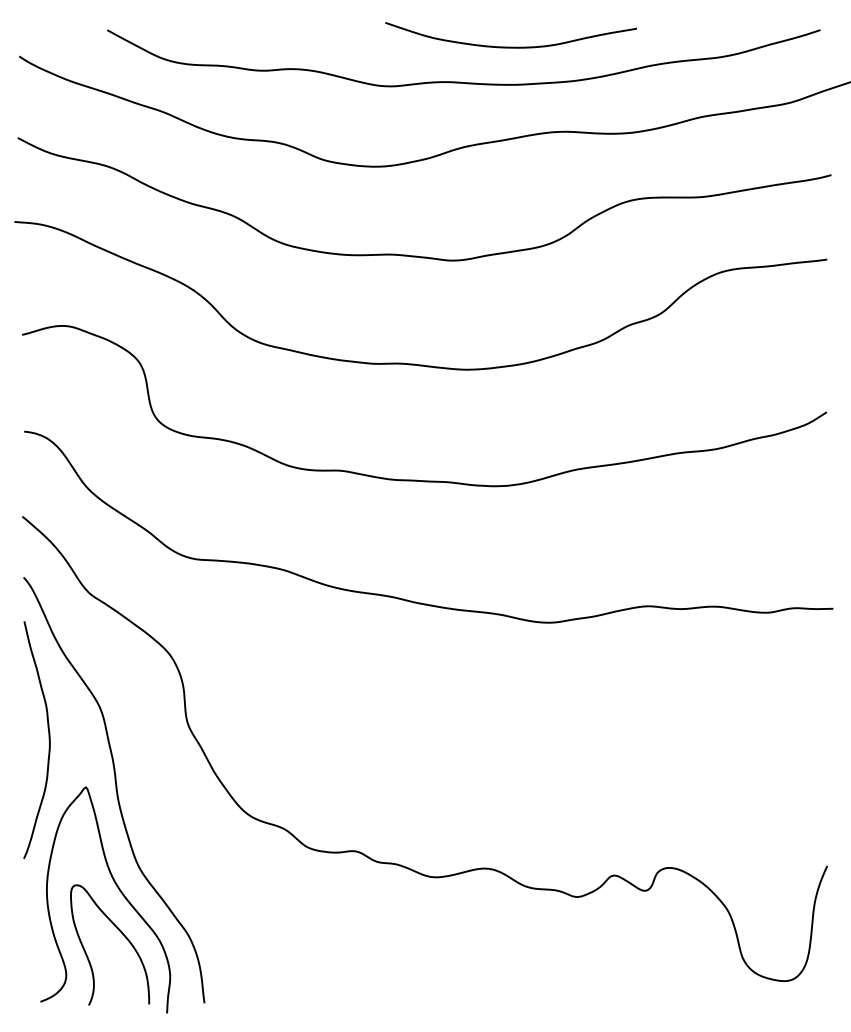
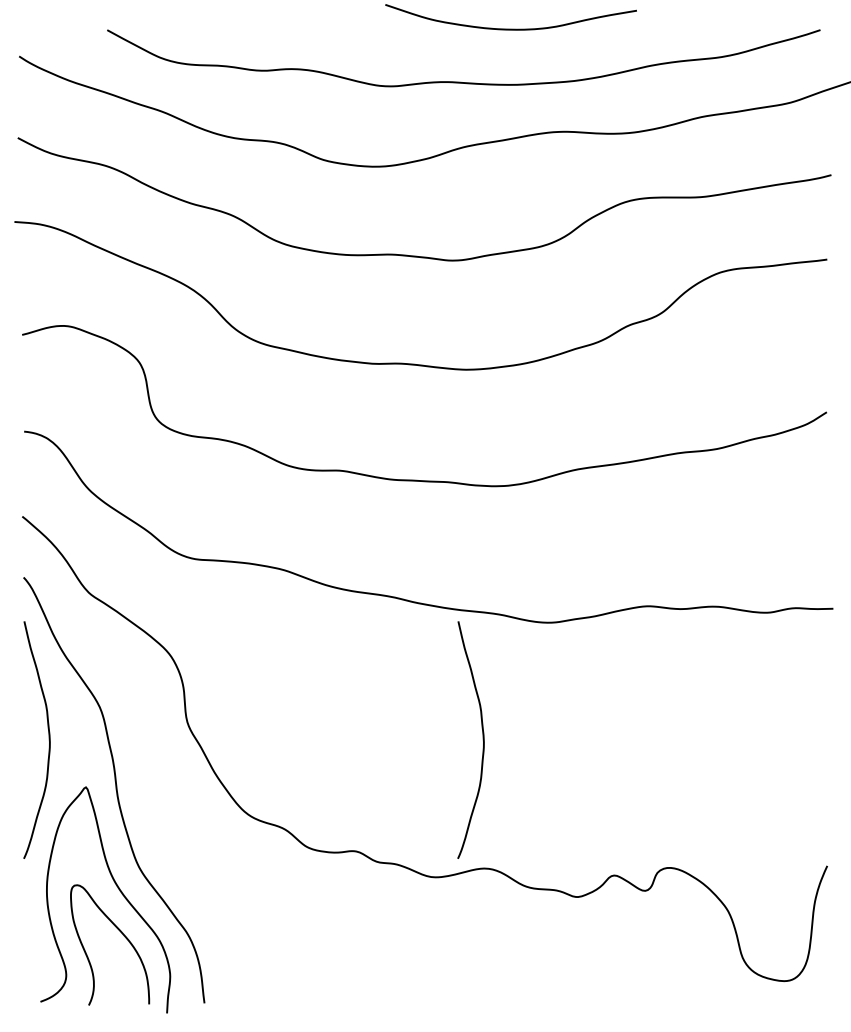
curve at (510, 46) position: (510, 46) -> (510, 28)
curve at (482, 739): none -> present
